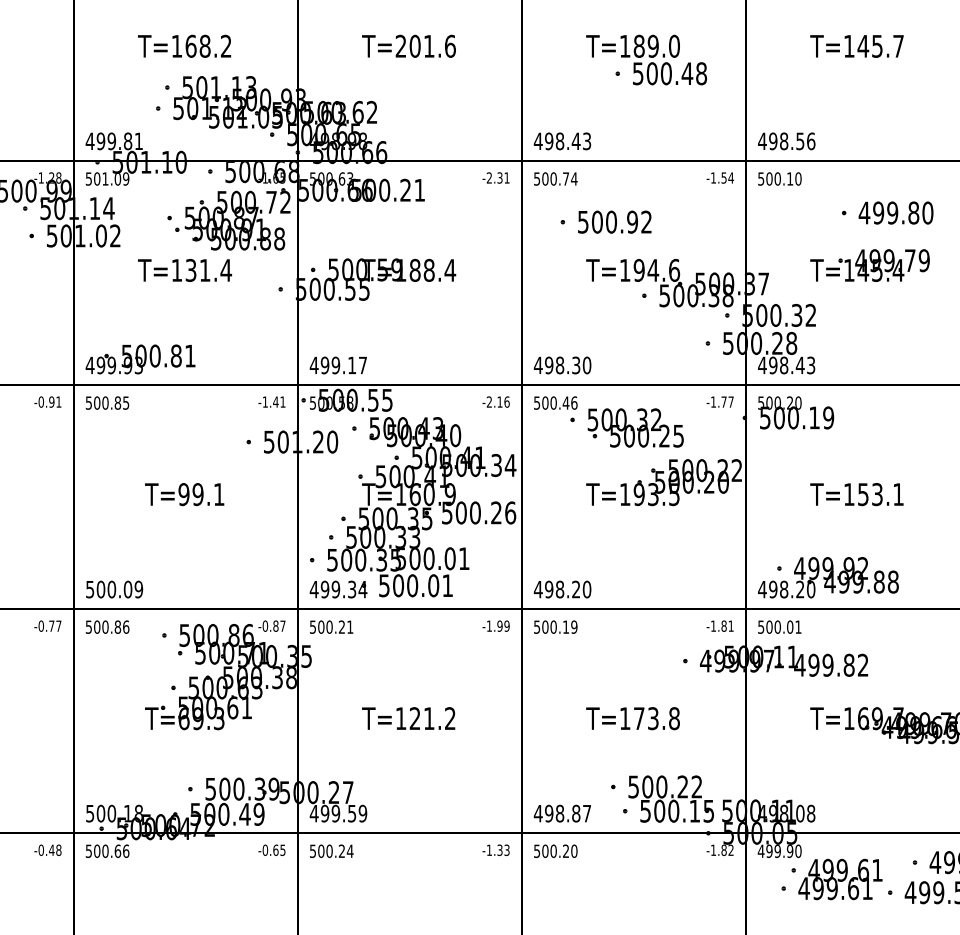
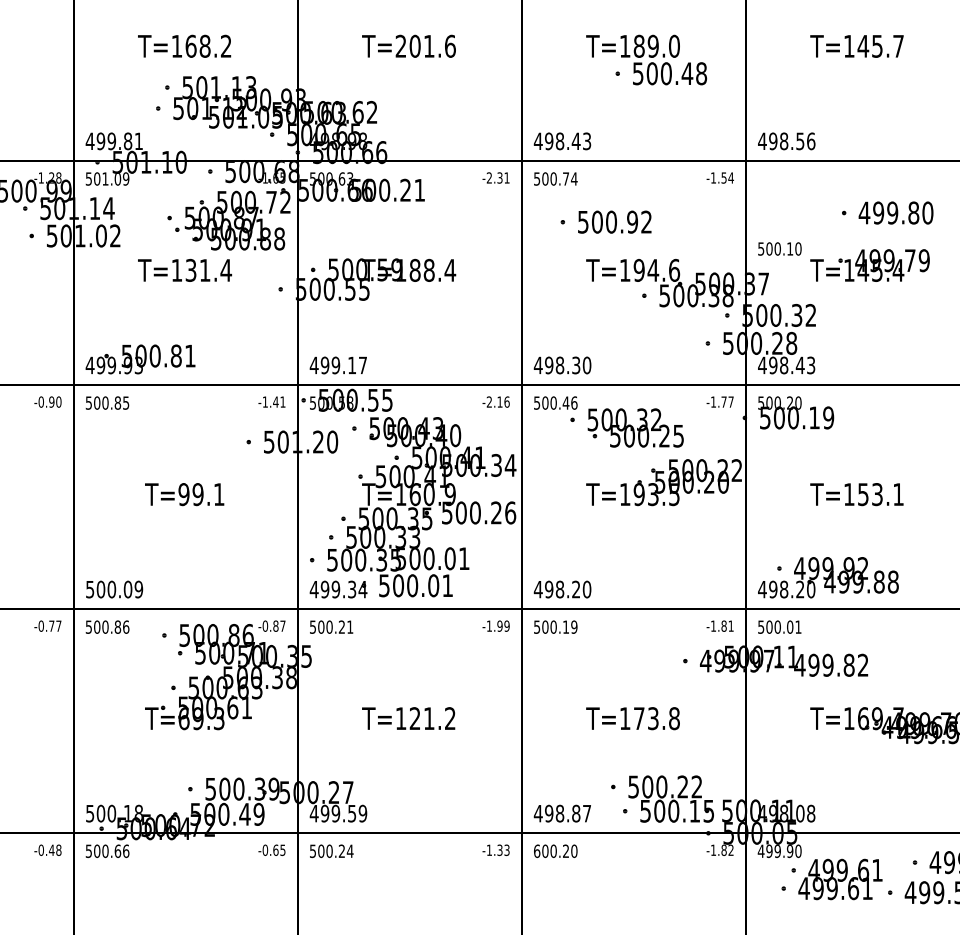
text at (779, 178) position: (779, 178) -> (779, 248)
text at (58, 401): -0.91 -> -0.90
text at (537, 850): 500.20 -> 600.20
